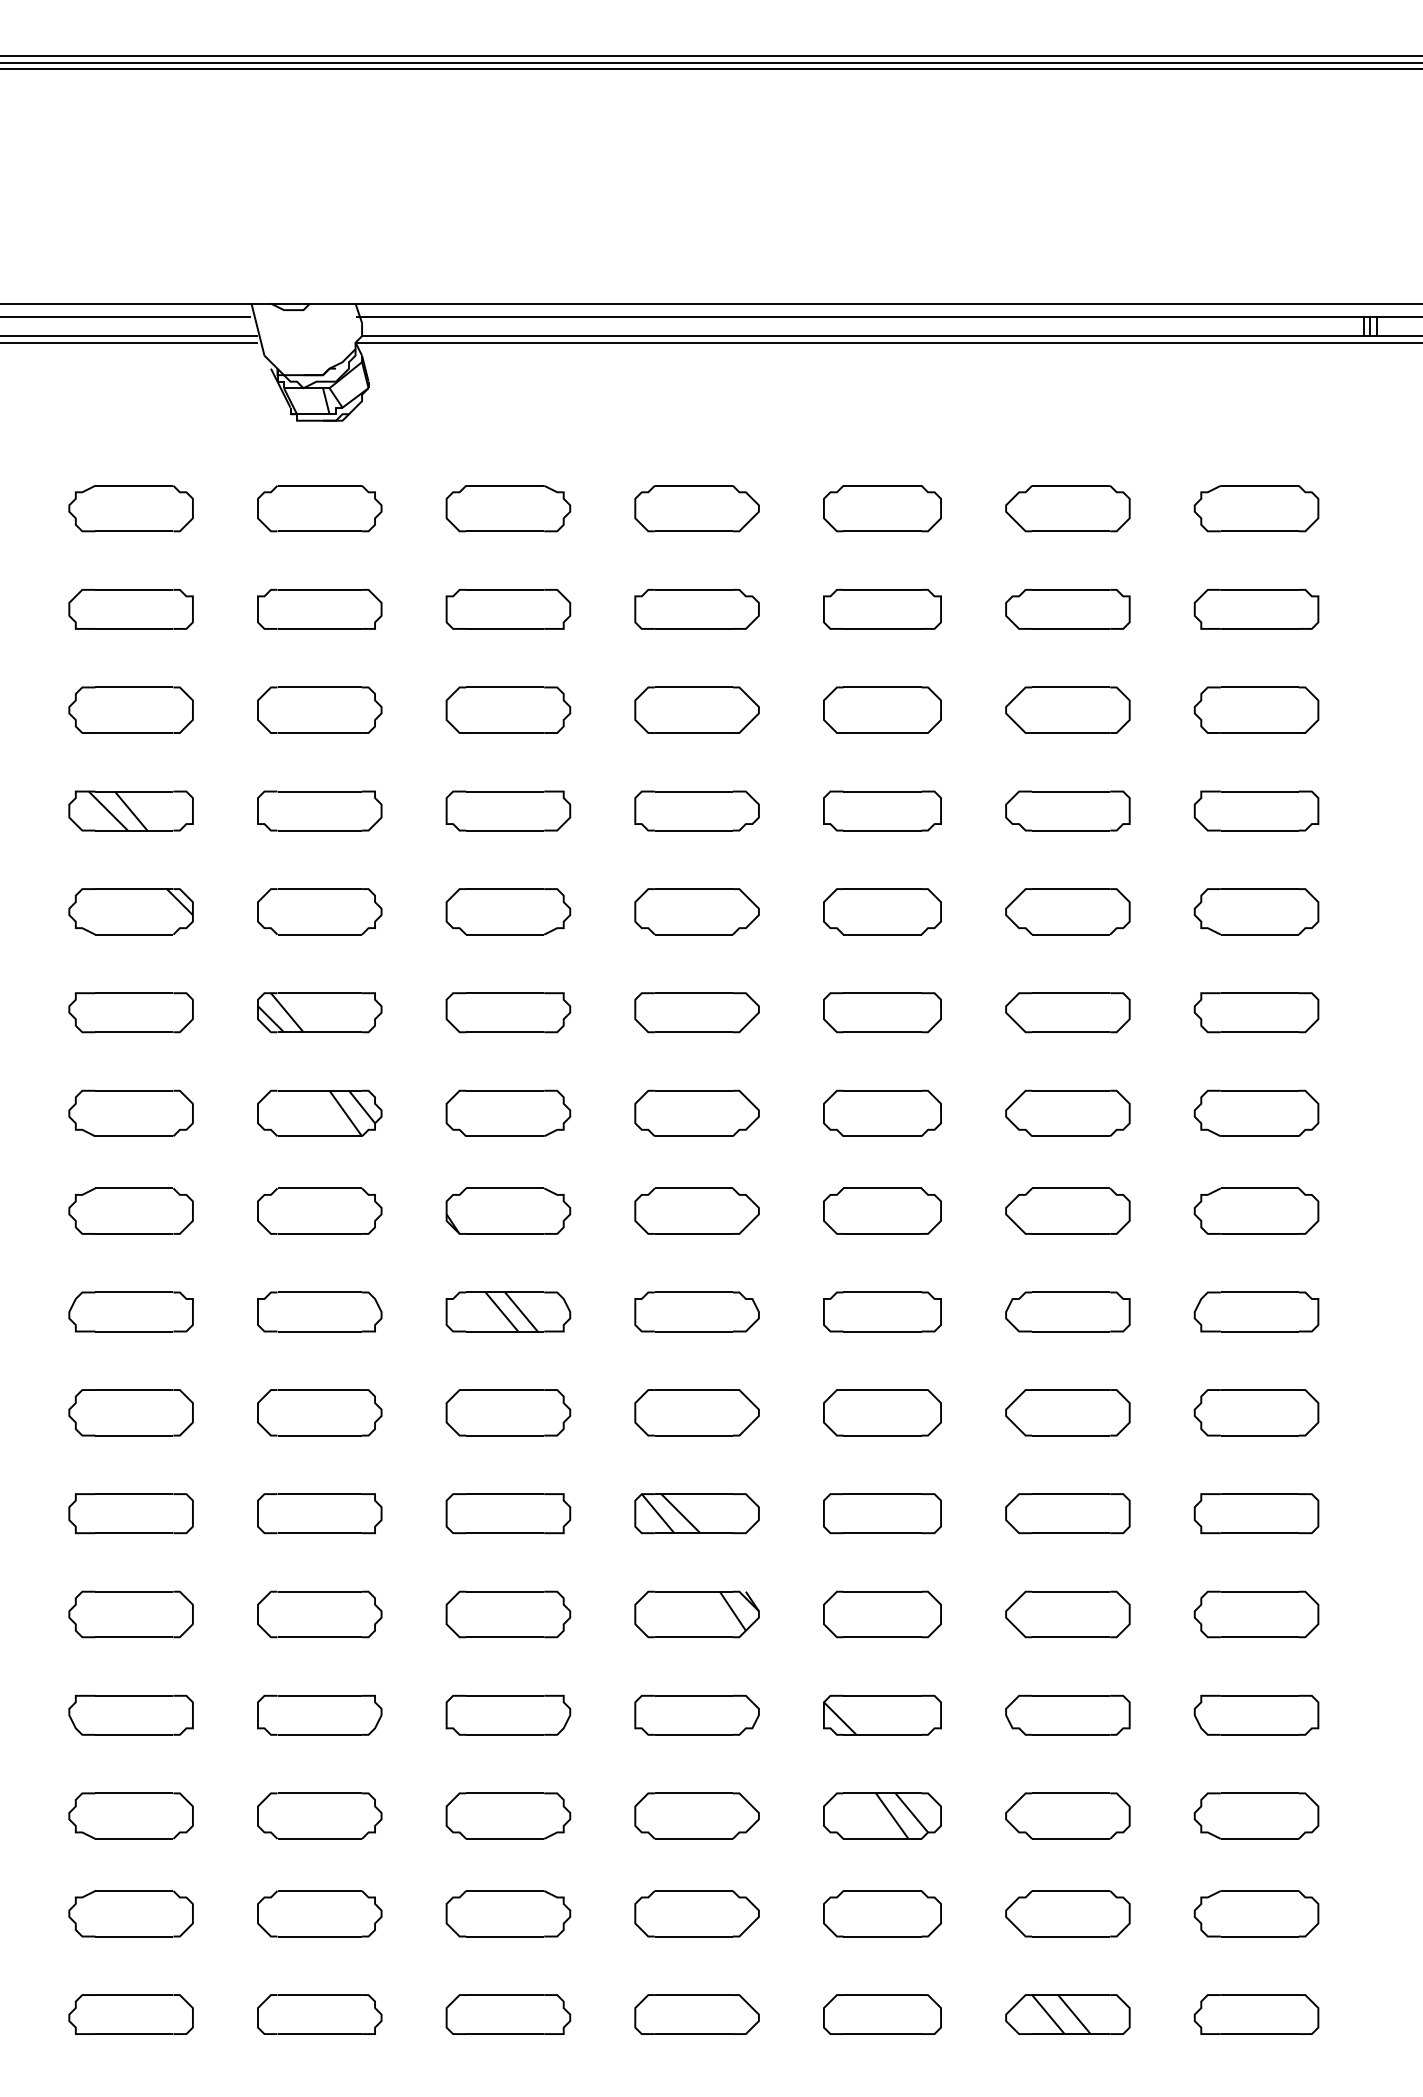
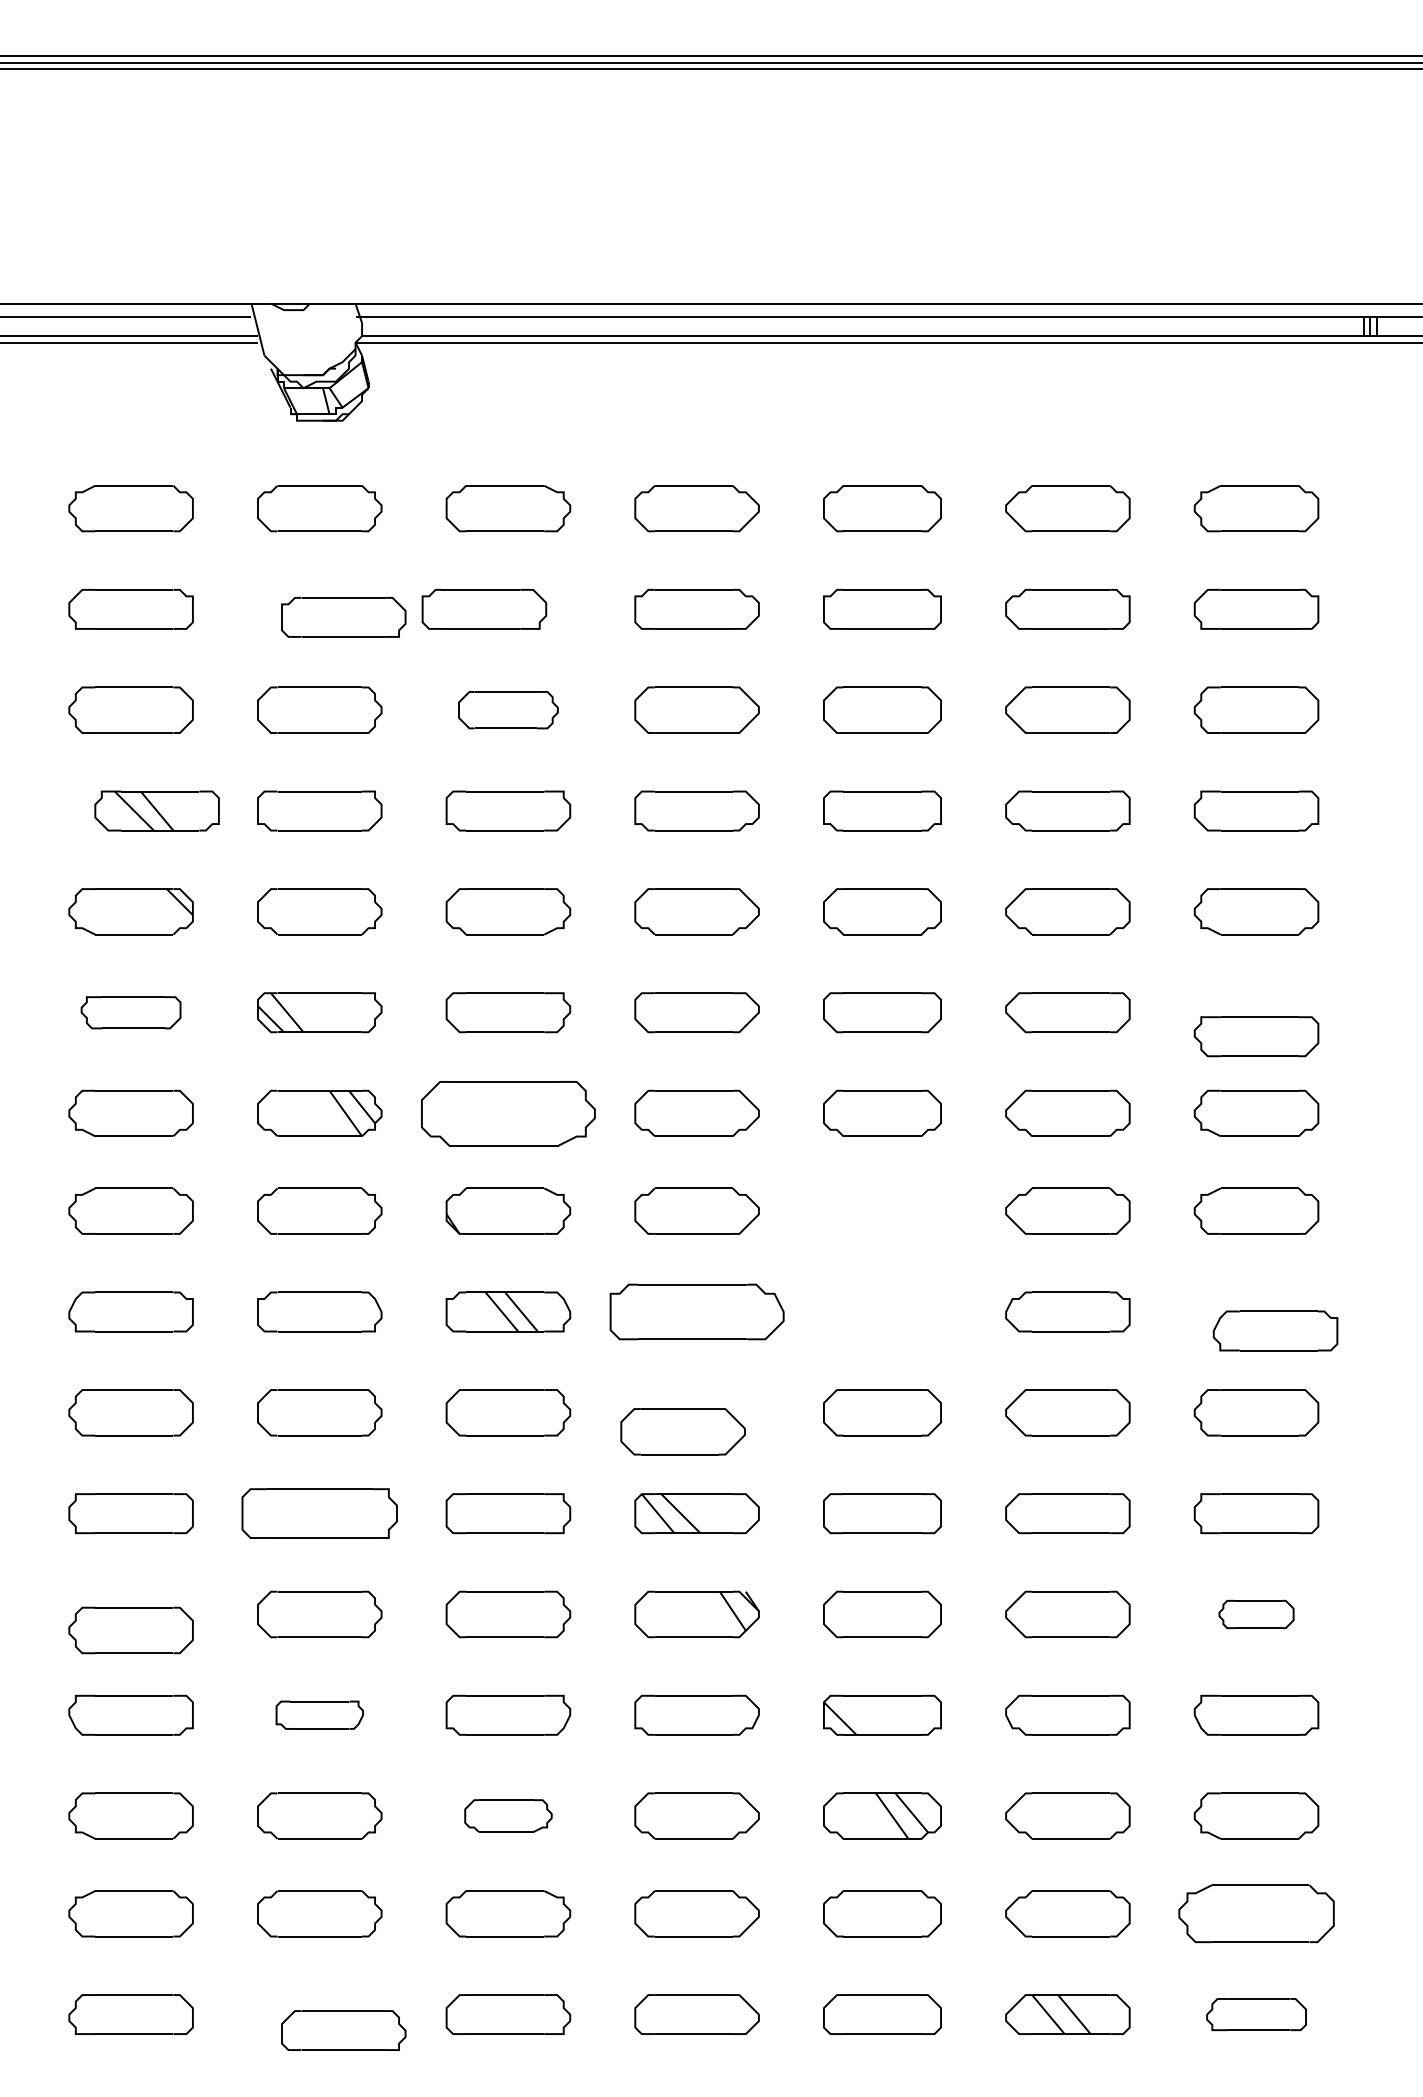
part at (319, 609) position: (319, 609) -> (343, 617)
part at (508, 609) position: (508, 609) -> (484, 609)
part at (508, 709) size: 127x48 px -> 101x39 px
part at (130, 810) position: (130, 810) -> (156, 810)
part at (130, 1012) size: 126x42 px -> 102x34 px
part at (1256, 1012) position: (1256, 1012) -> (1256, 1036)
part at (508, 1112) size: 127x48 px -> 175x66 px
part at (882, 1210): present -> none
part at (696, 1311) size: 126x42 px -> 176x58 px
part at (882, 1311): present -> none
part at (1256, 1311) position: (1256, 1311) -> (1275, 1330)
part at (696, 1412) position: (696, 1412) -> (682, 1431)
part at (319, 1513) size: 126x42 px -> 157x51 px
part at (130, 1614) position: (130, 1614) -> (130, 1630)
part at (1256, 1614) size: 127x49 px -> 77x30 px
part at (319, 1714) size: 126x42 px -> 89x30 px
part at (508, 1815) size: 127x48 px -> 89x34 px
part at (1256, 1913) size: 127x48 px -> 157x60 px
part at (319, 2014) position: (319, 2014) -> (343, 2030)
part at (1256, 2014) size: 127x41 px -> 101x34 px
